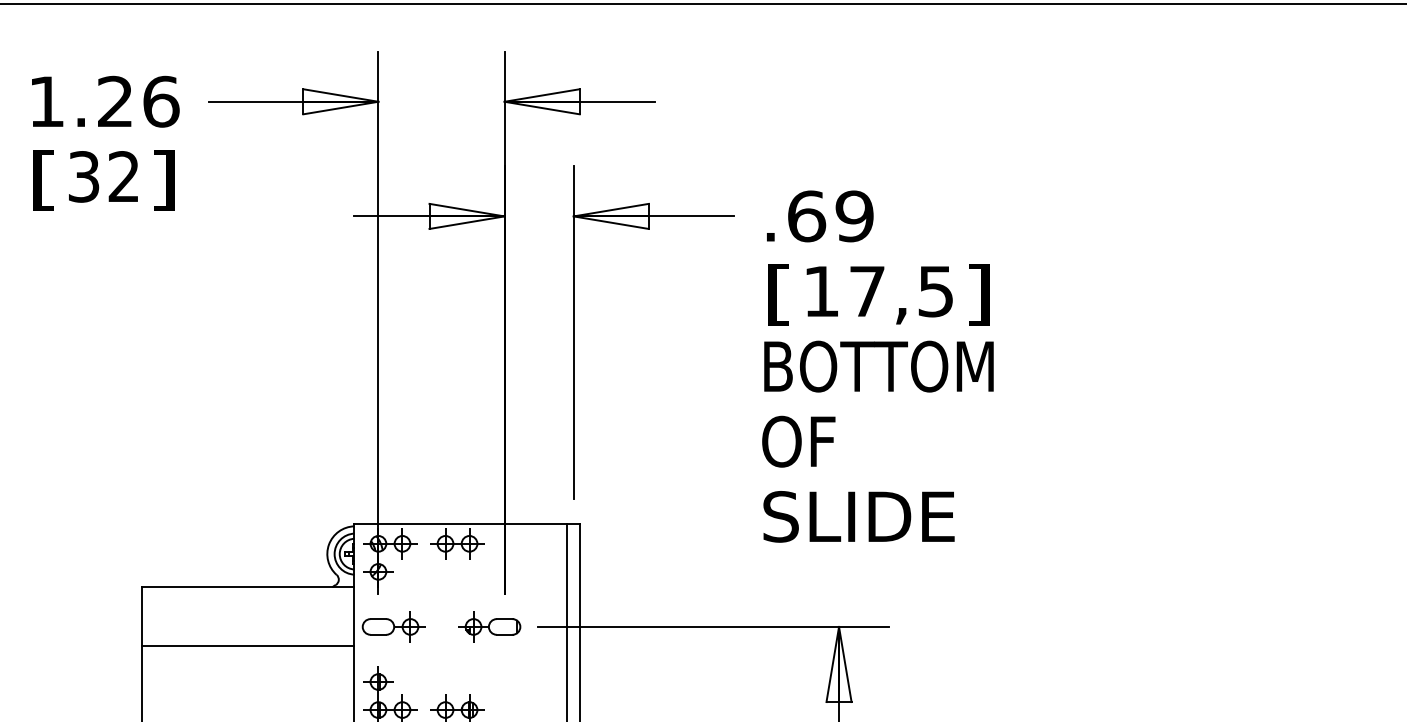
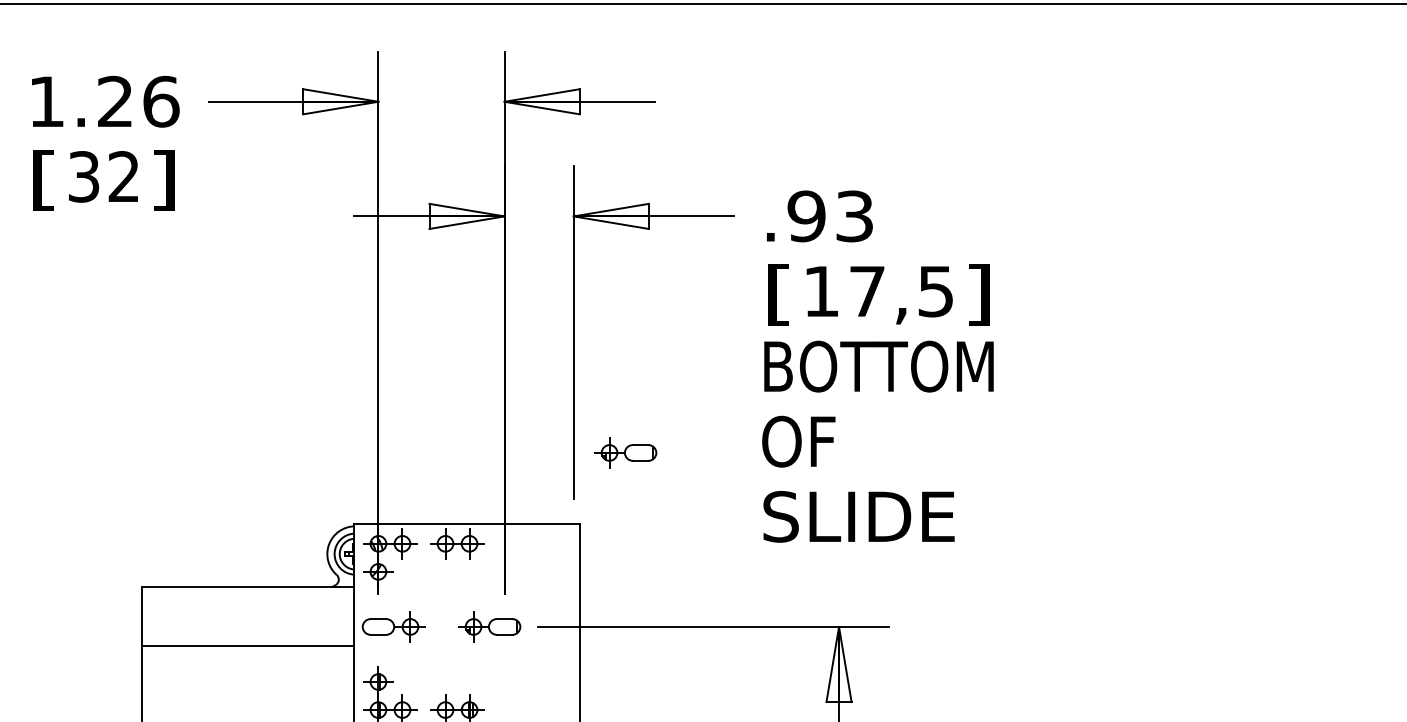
text at (830, 216): .69 -> .93
part at (625, 452): none -> present
line at (567, 621): present -> none
